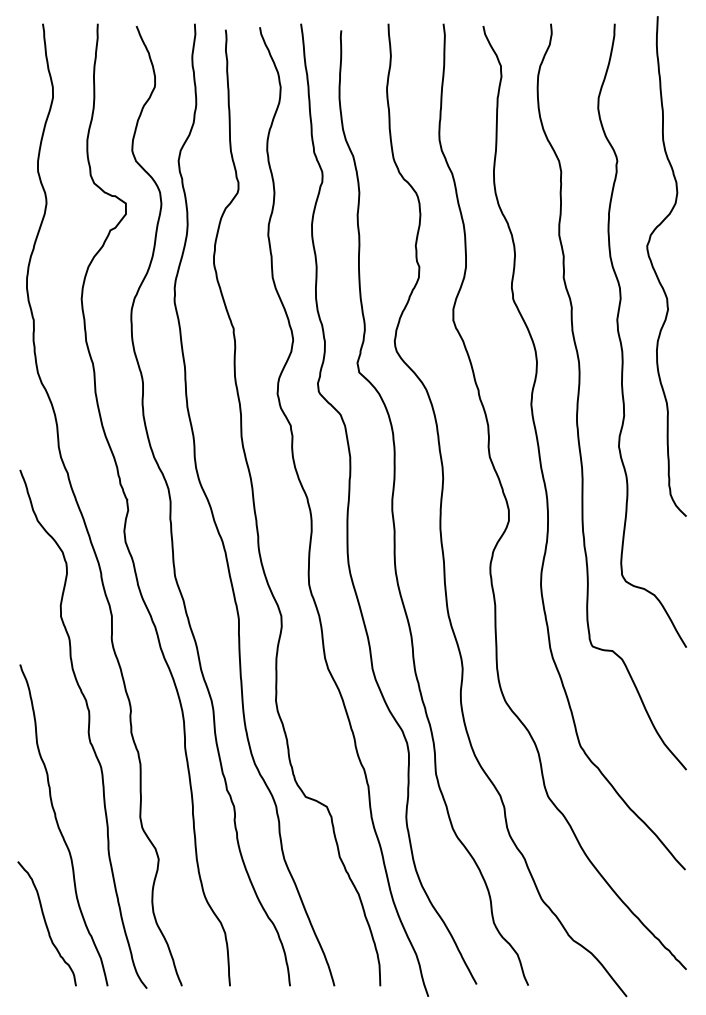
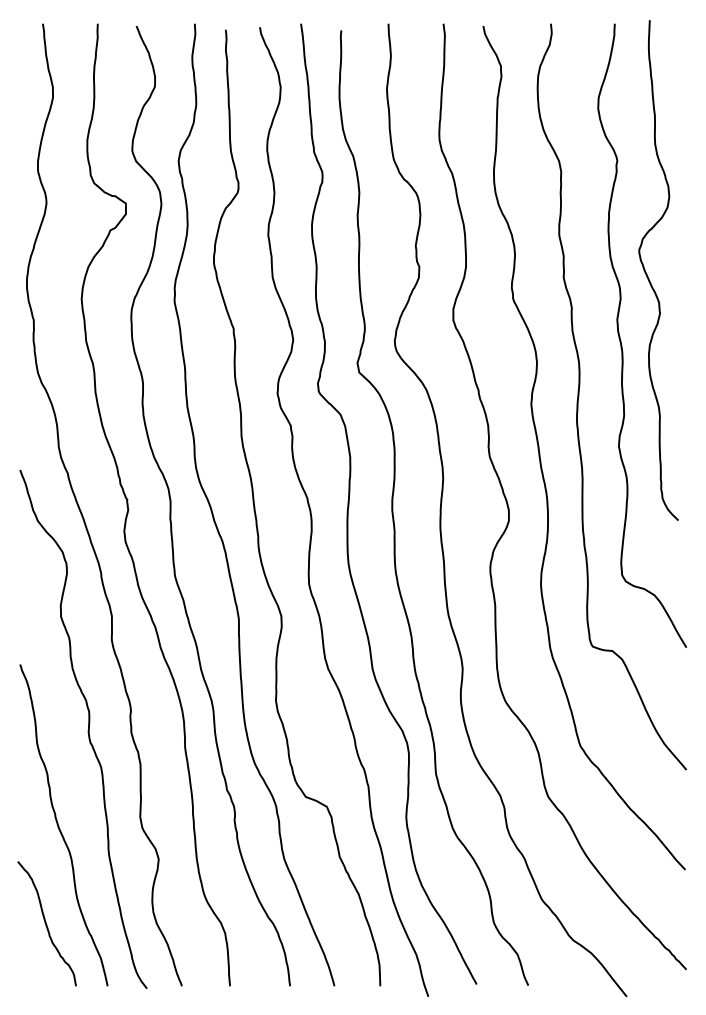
curve at (656, 272) position: (656, 272) -> (648, 276)
